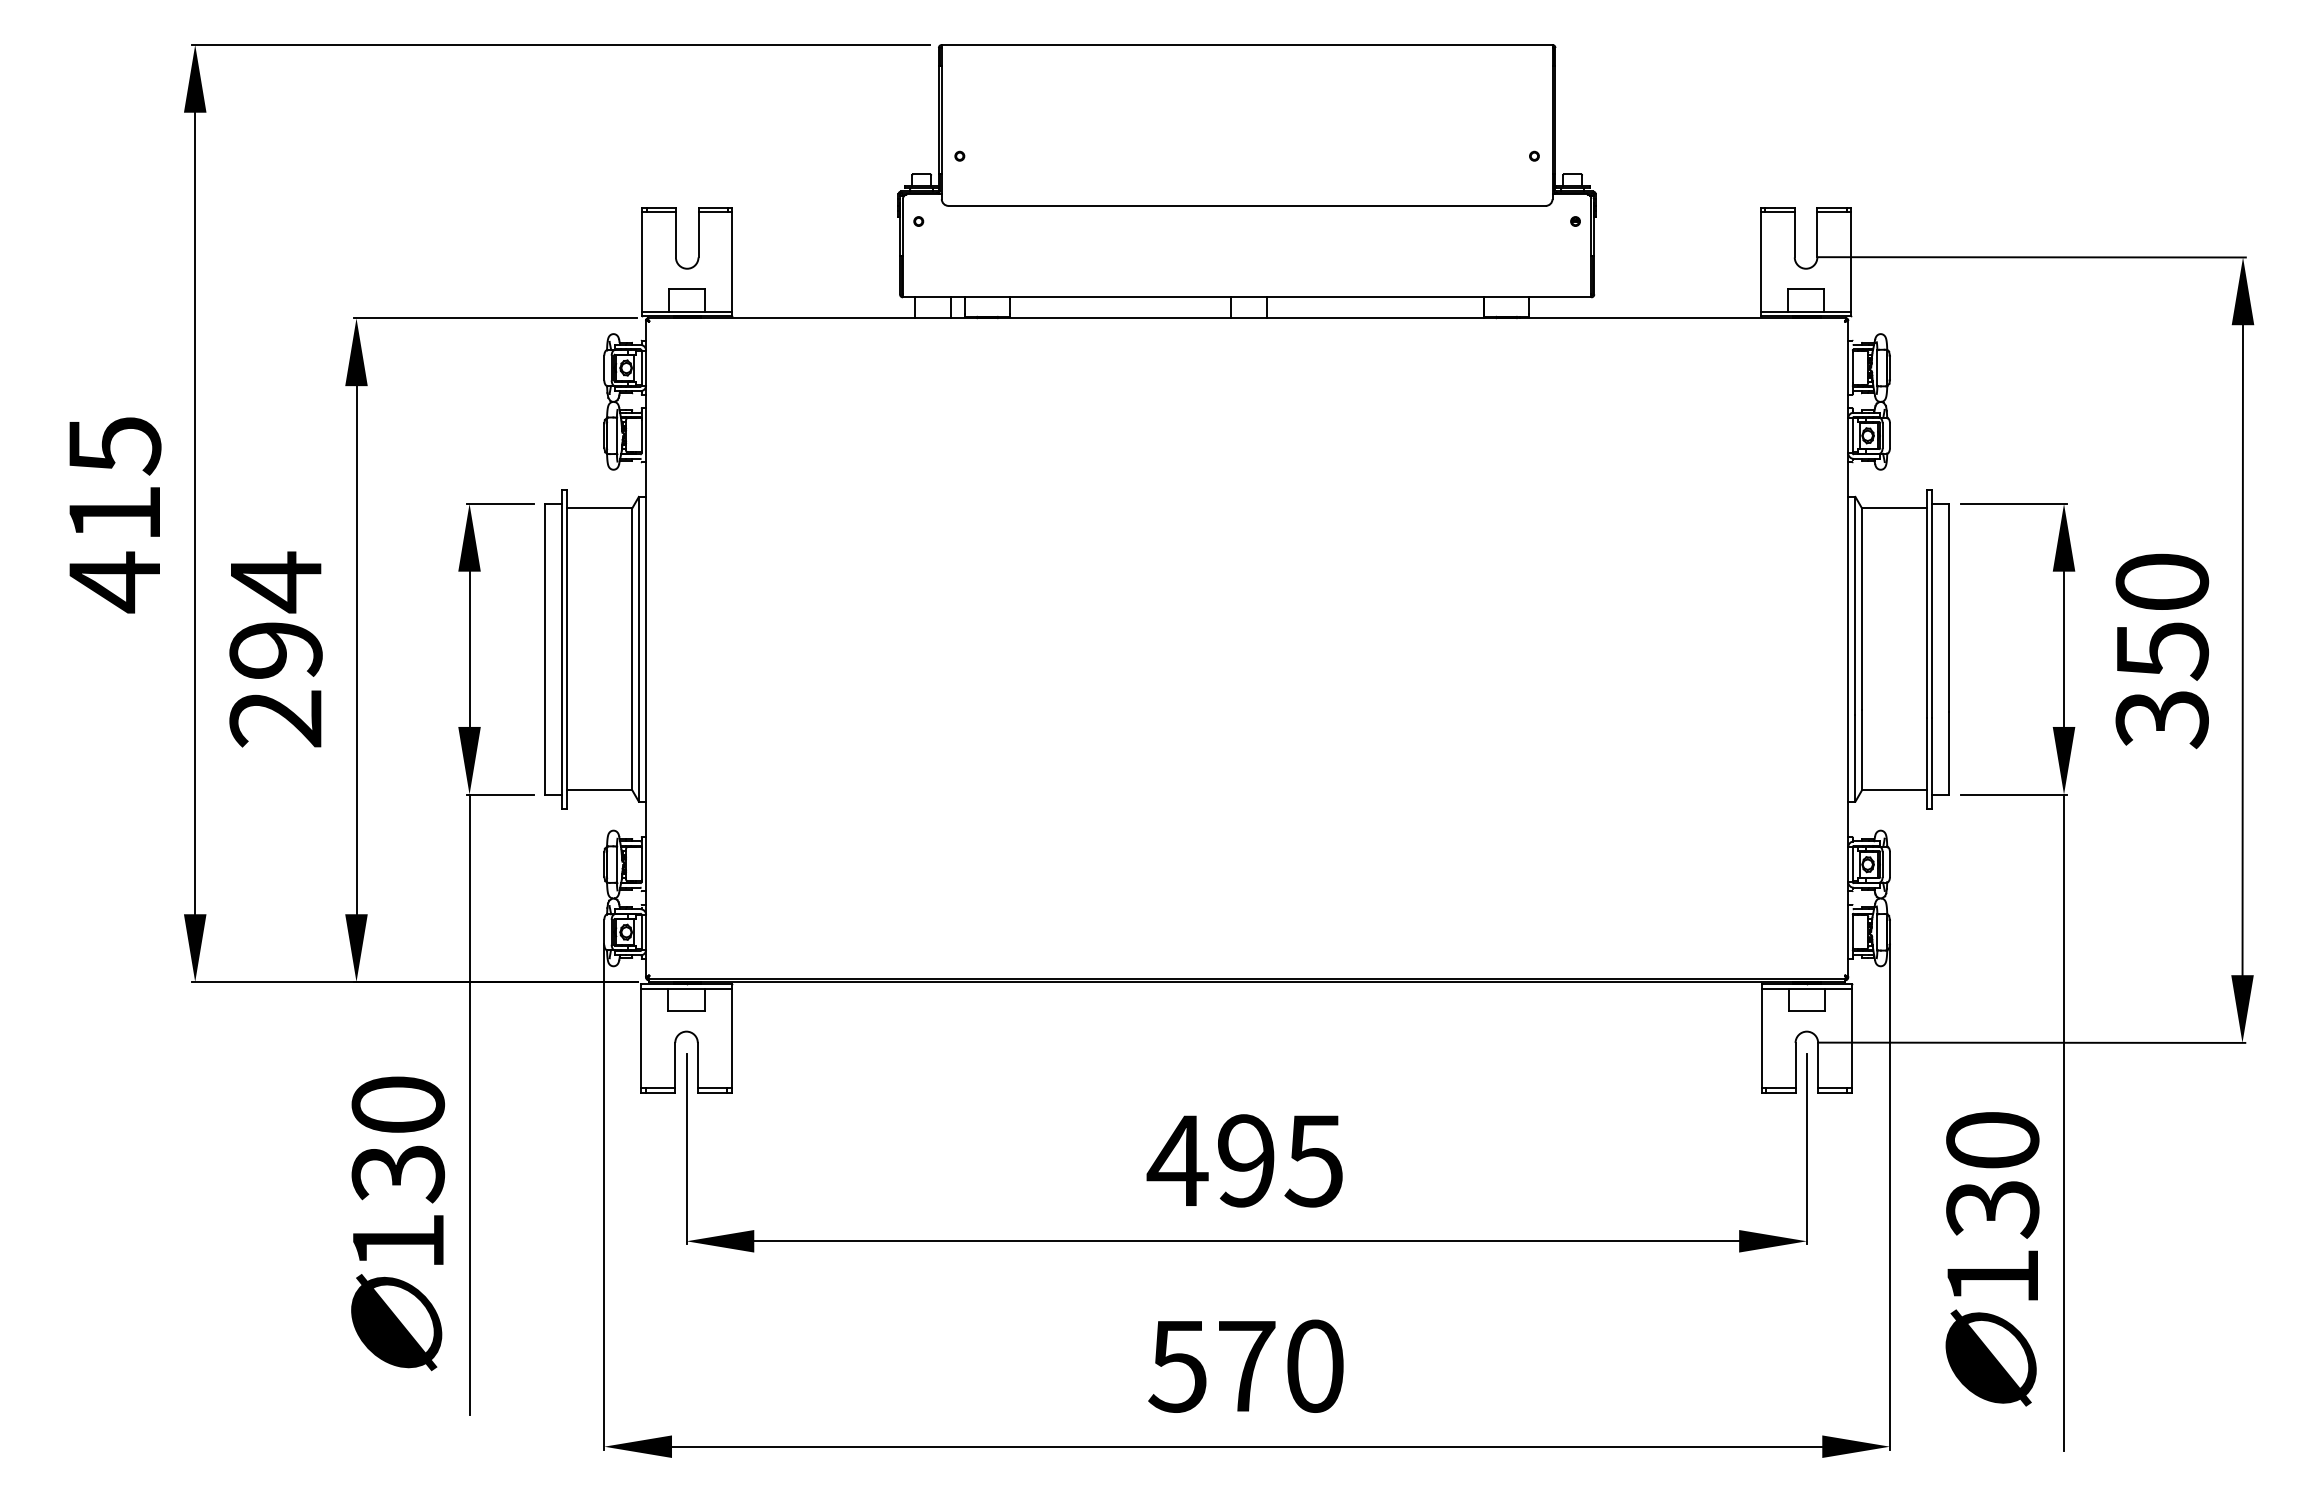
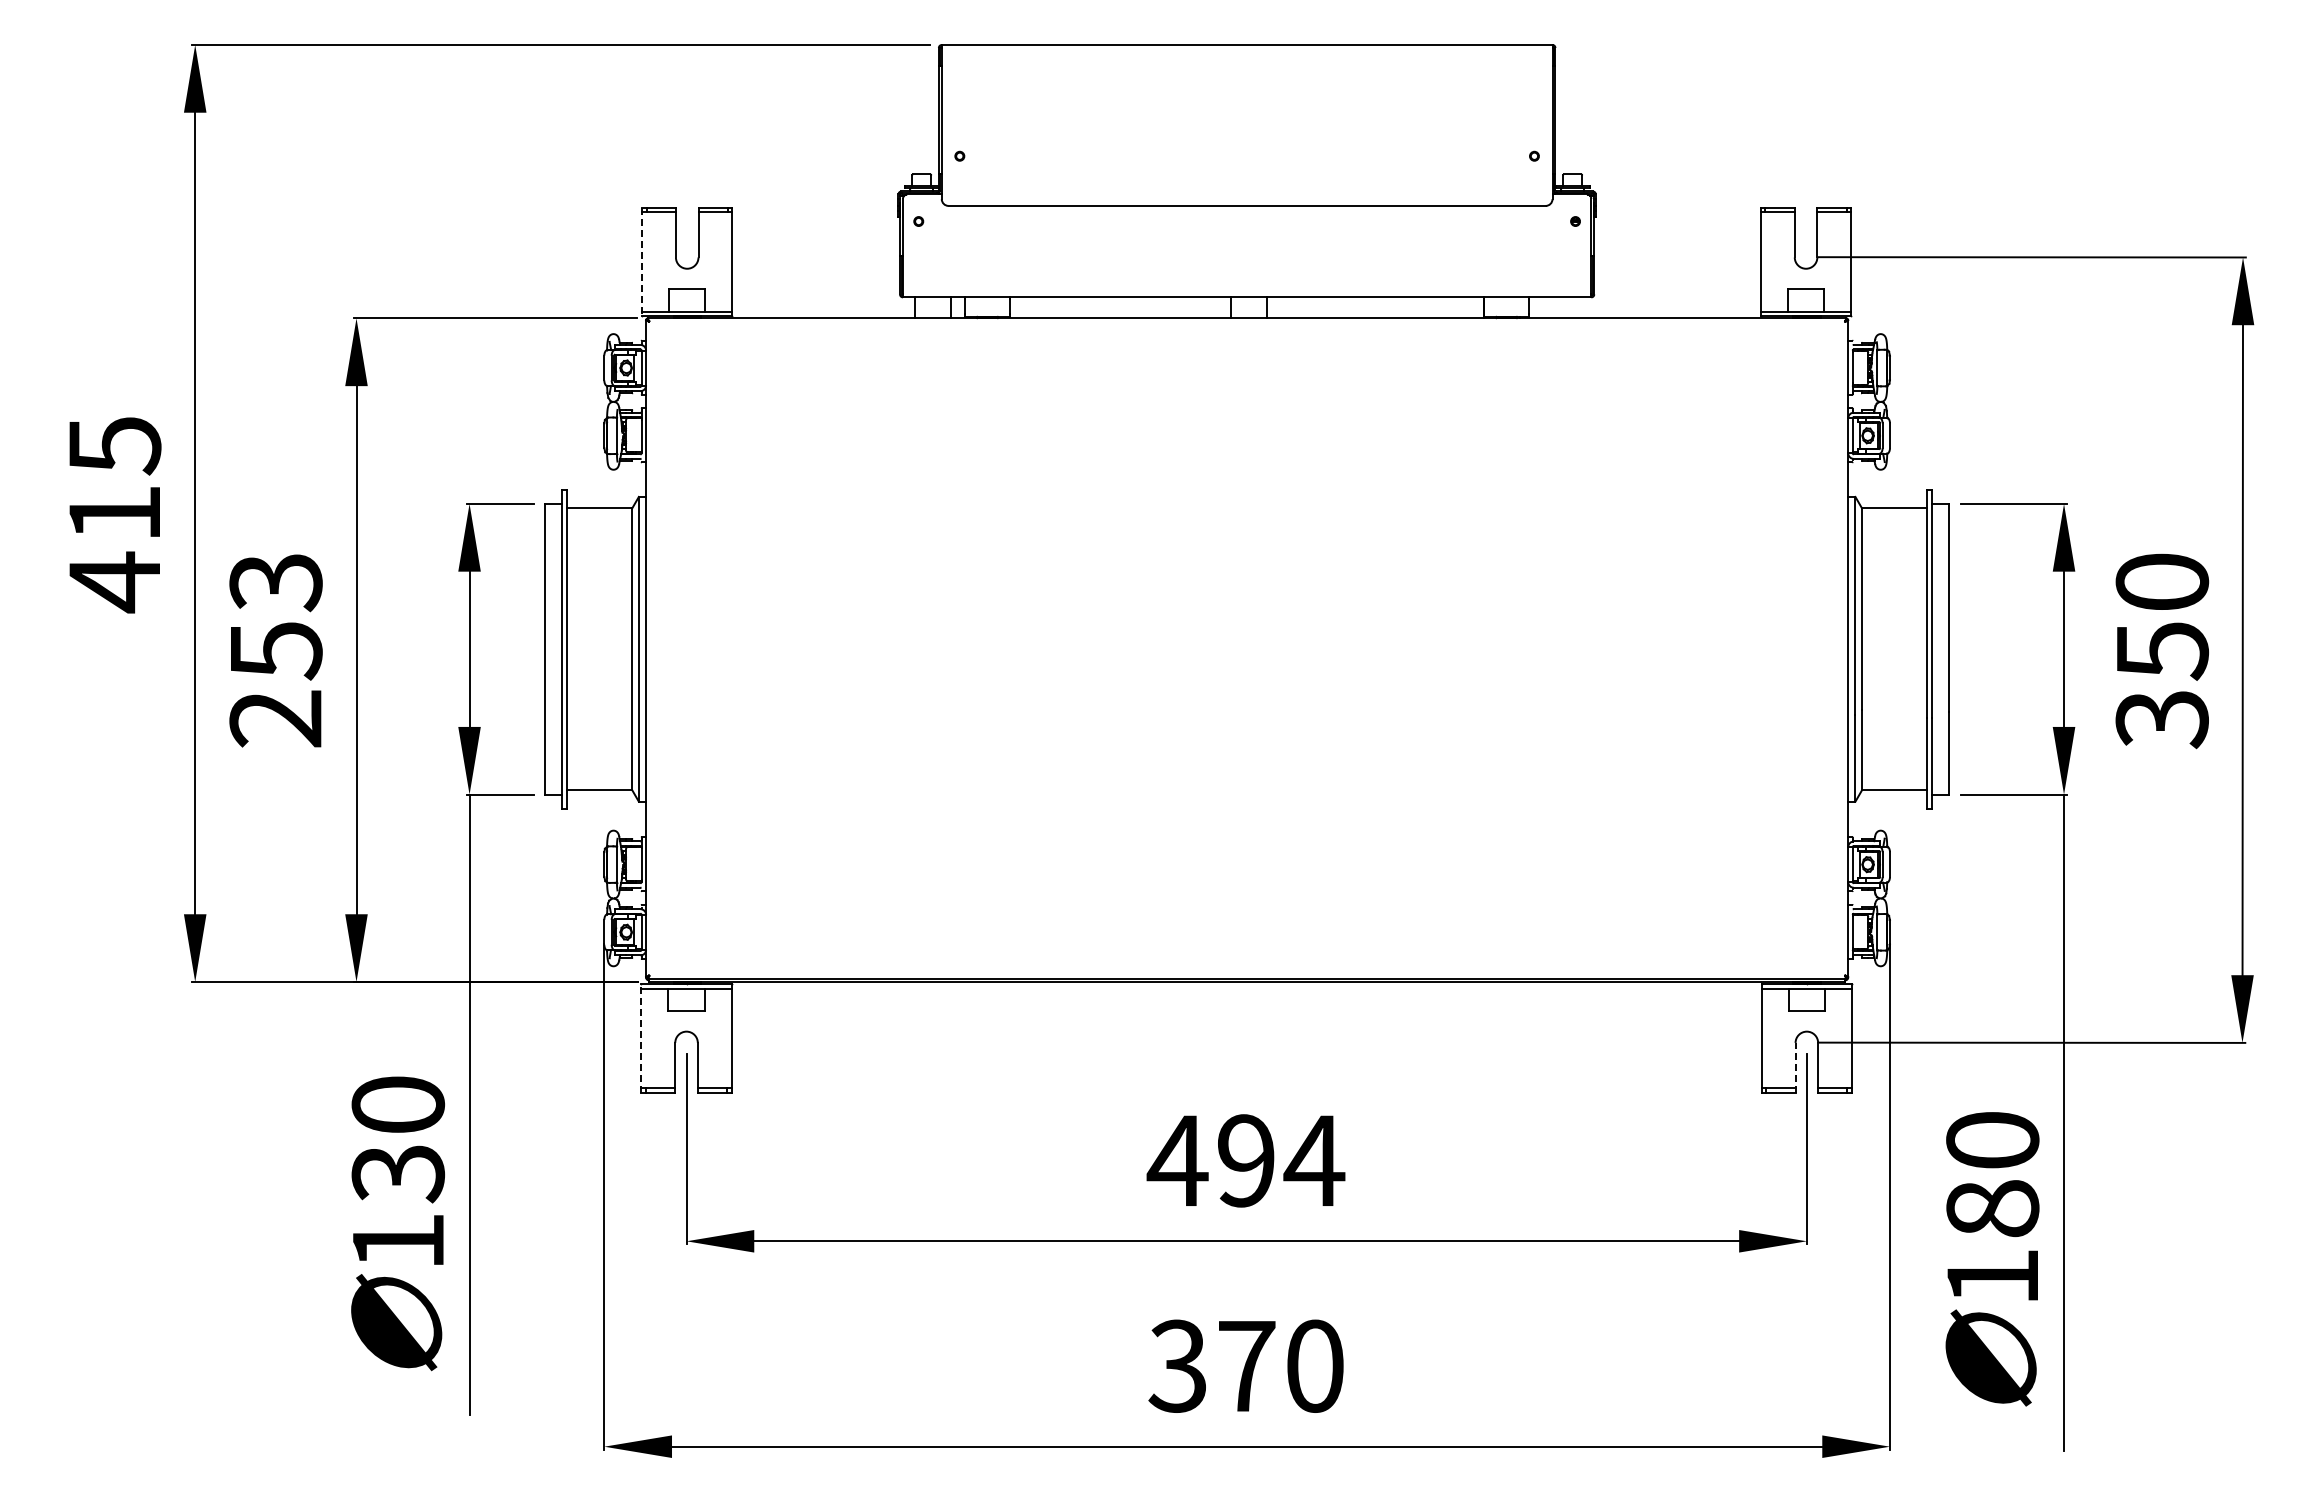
line at (642, 262): solid -> dashed
text at (275, 615): 294 -> 253
line at (641, 1037): solid -> dashed
line at (1795, 1067): solid -> dashed
text at (1314, 1161): 495 -> 494
text at (1992, 1209): 130 -> 180
text at (1177, 1365): 570 -> 370
